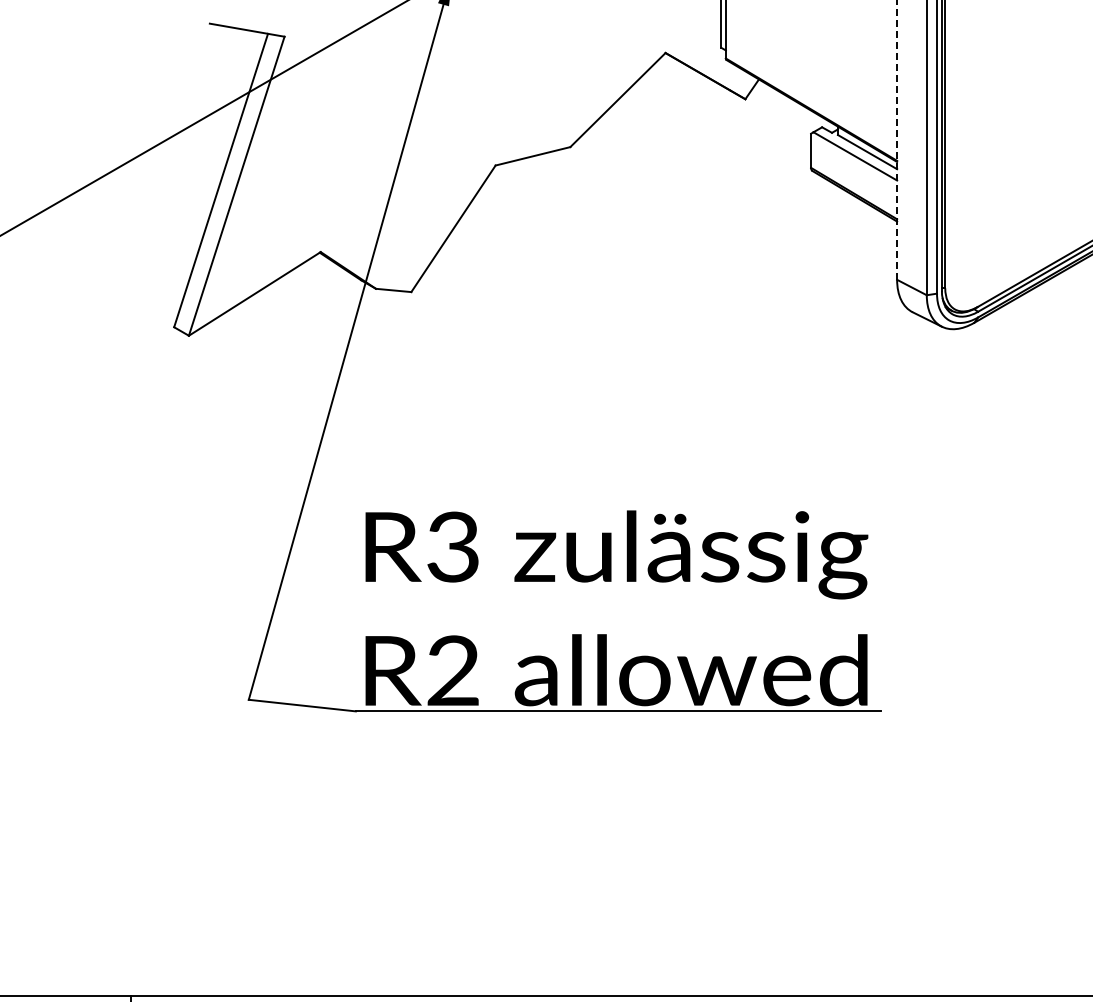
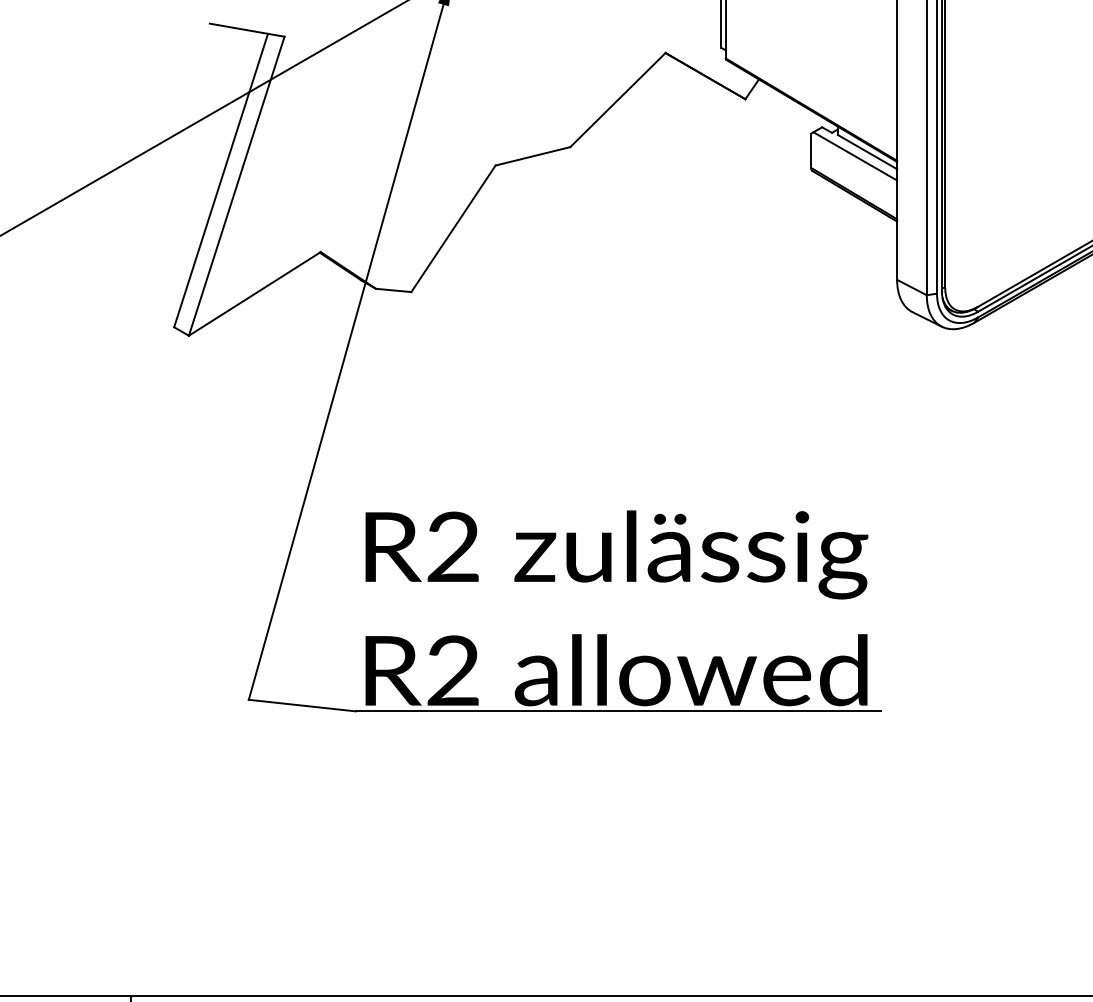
line at (897, 139): dashed -> solid
text at (452, 547): R3 -> R2
